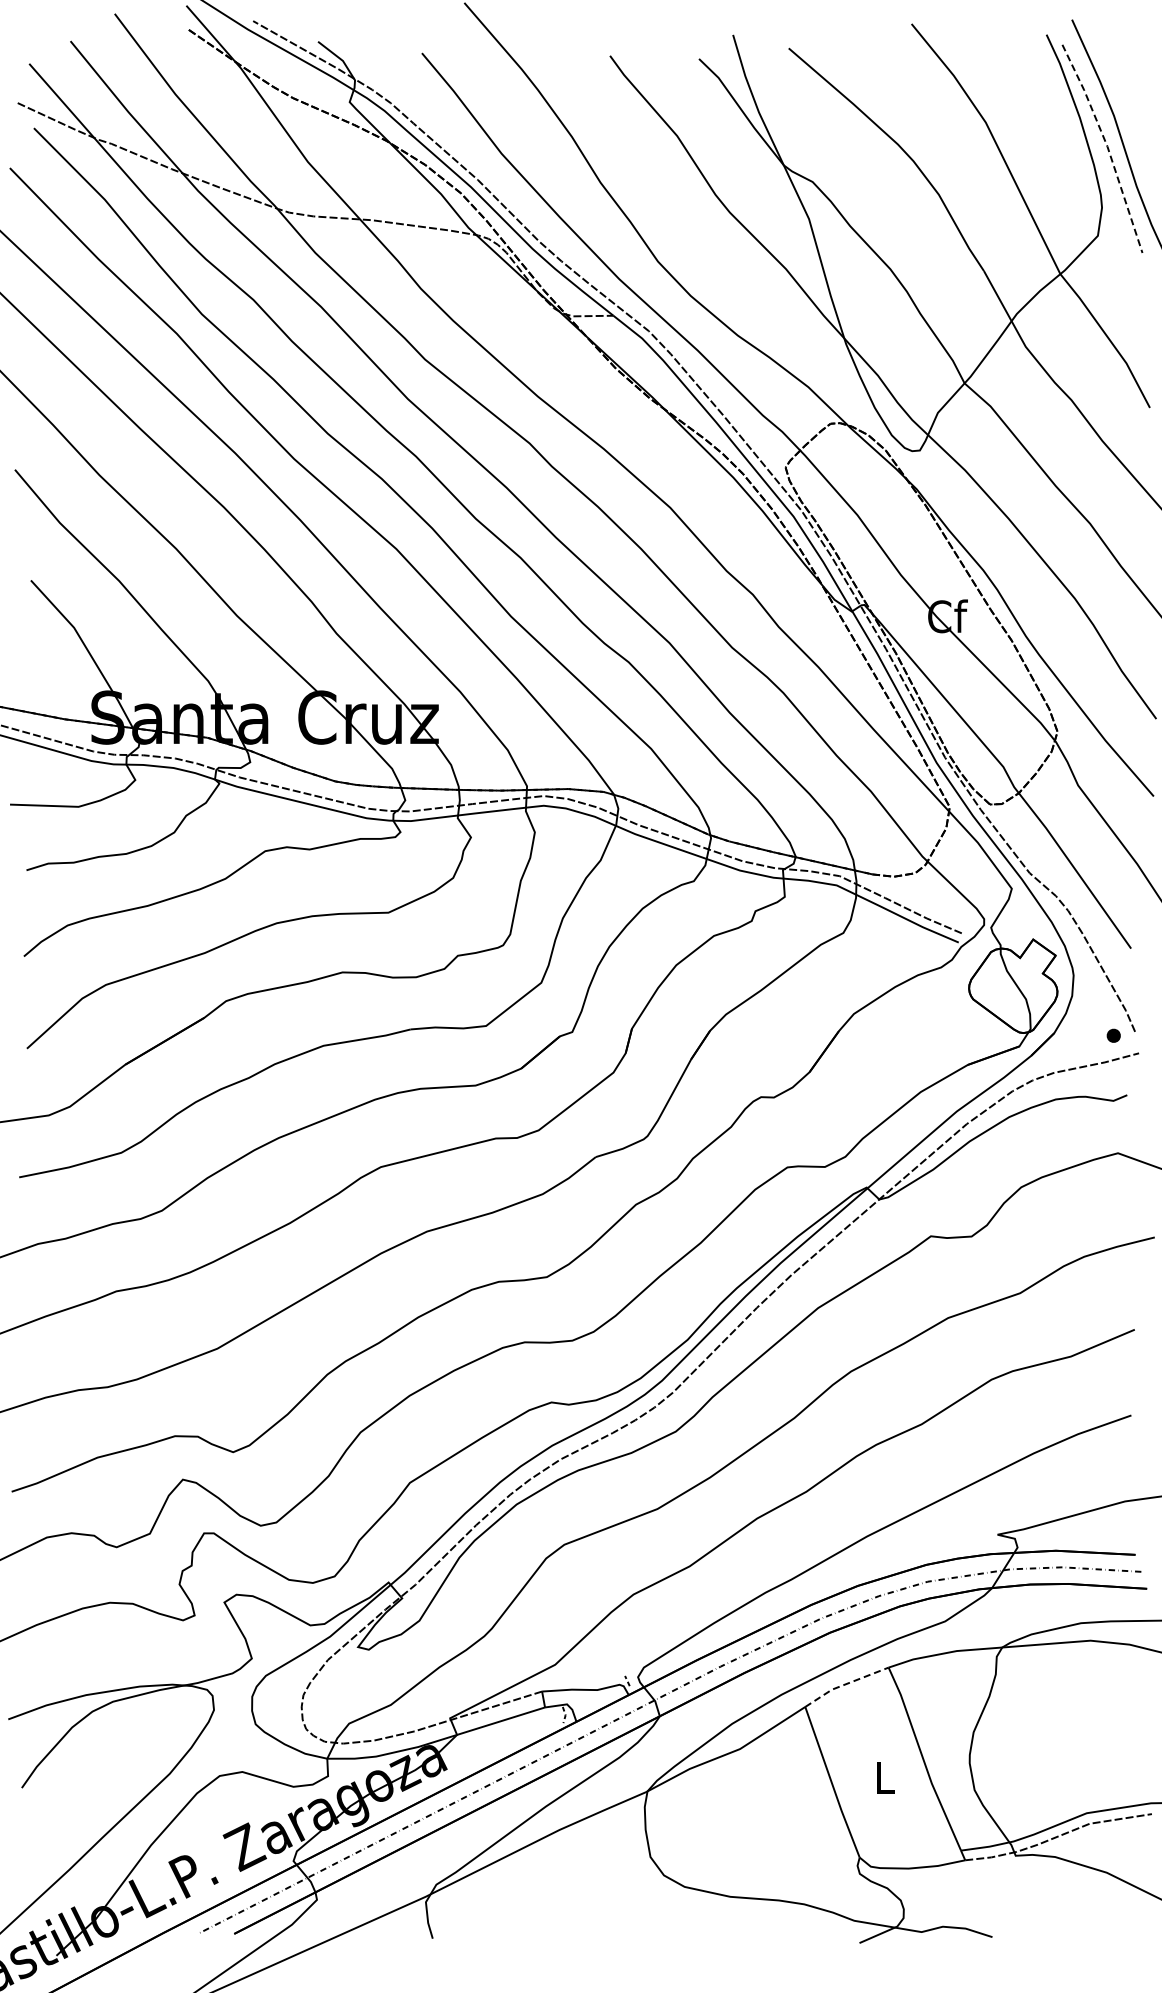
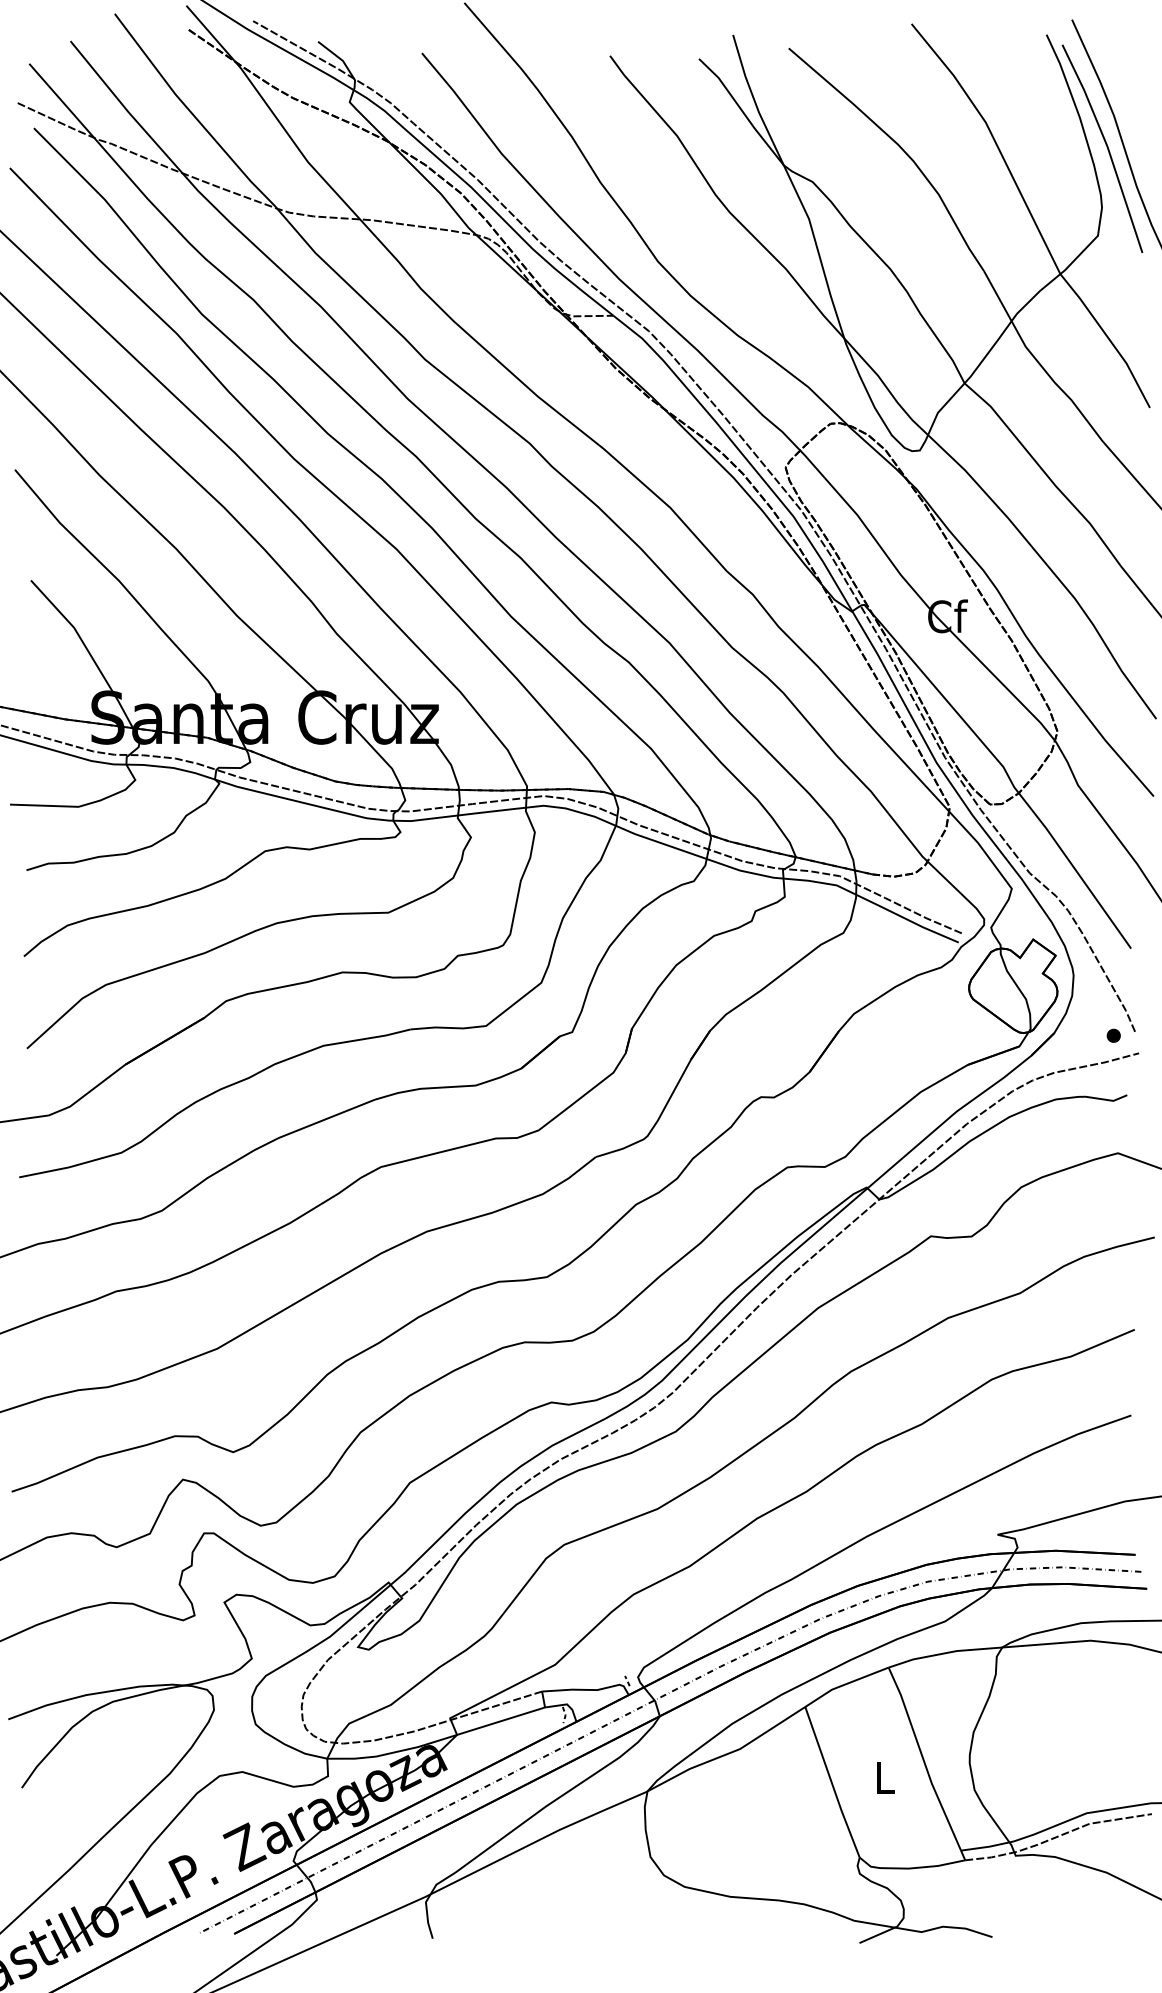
line at (1107, 146): dashed -> solid
line at (845, 1684): dashed -> solid
